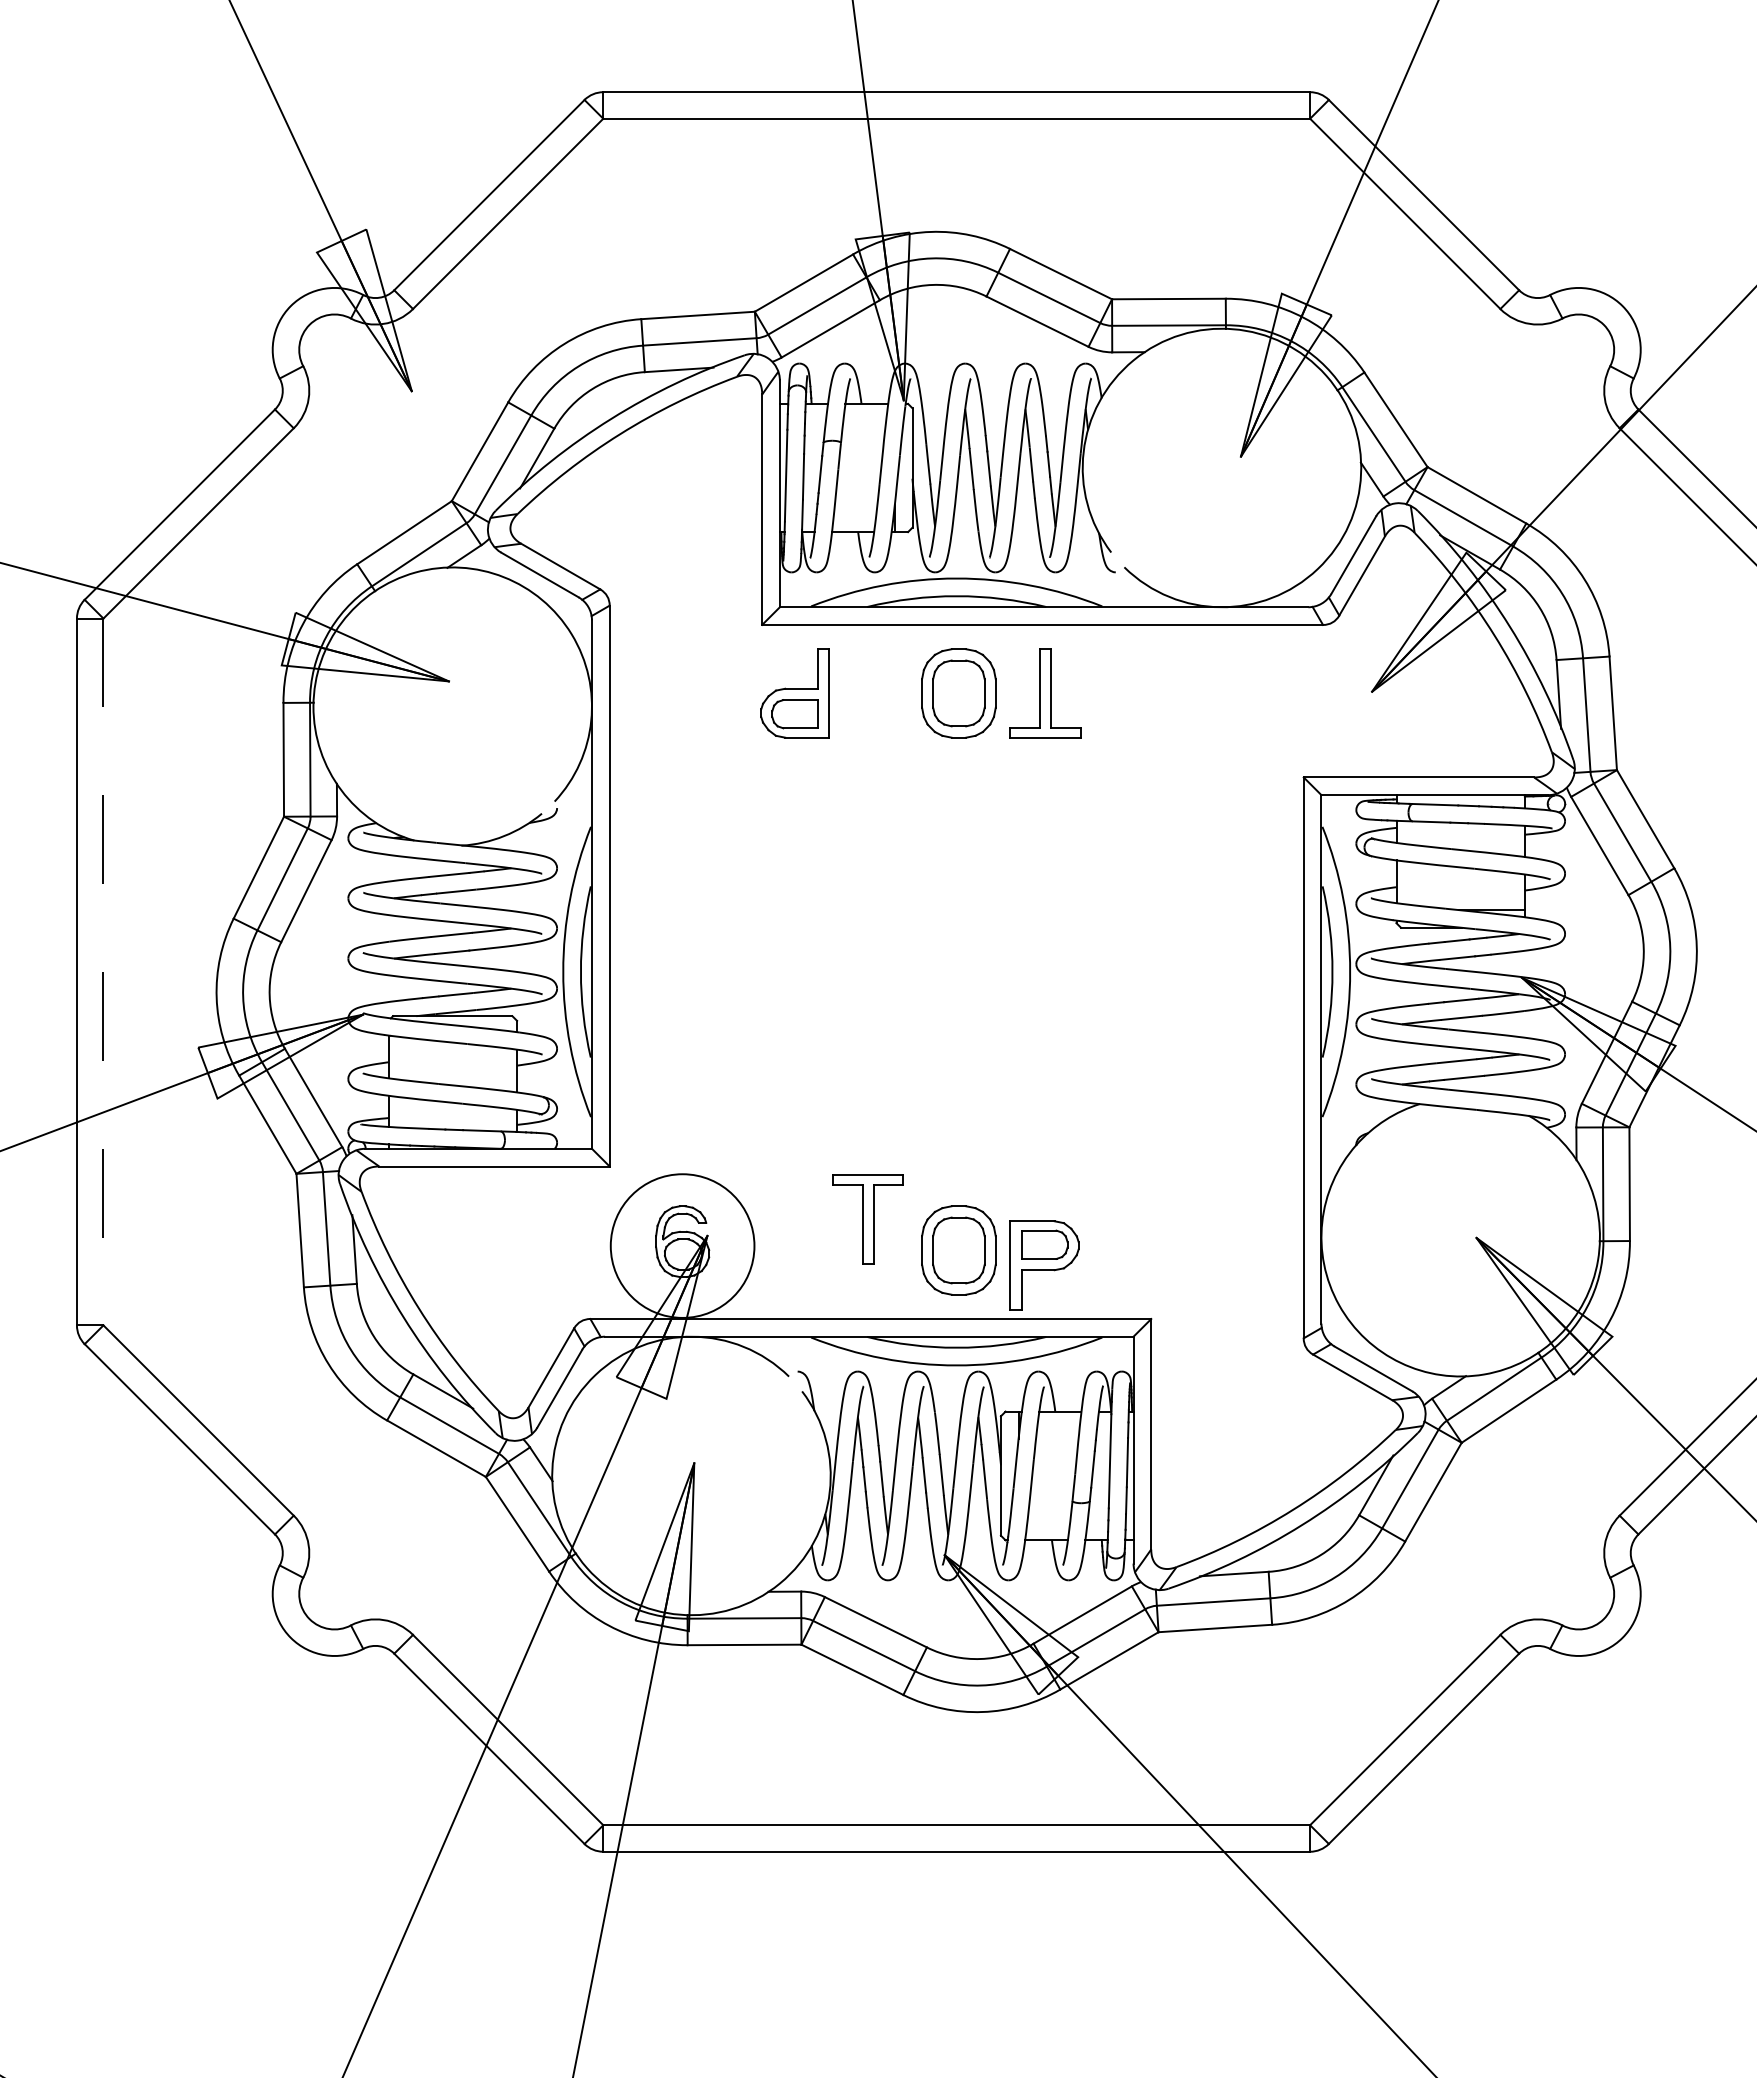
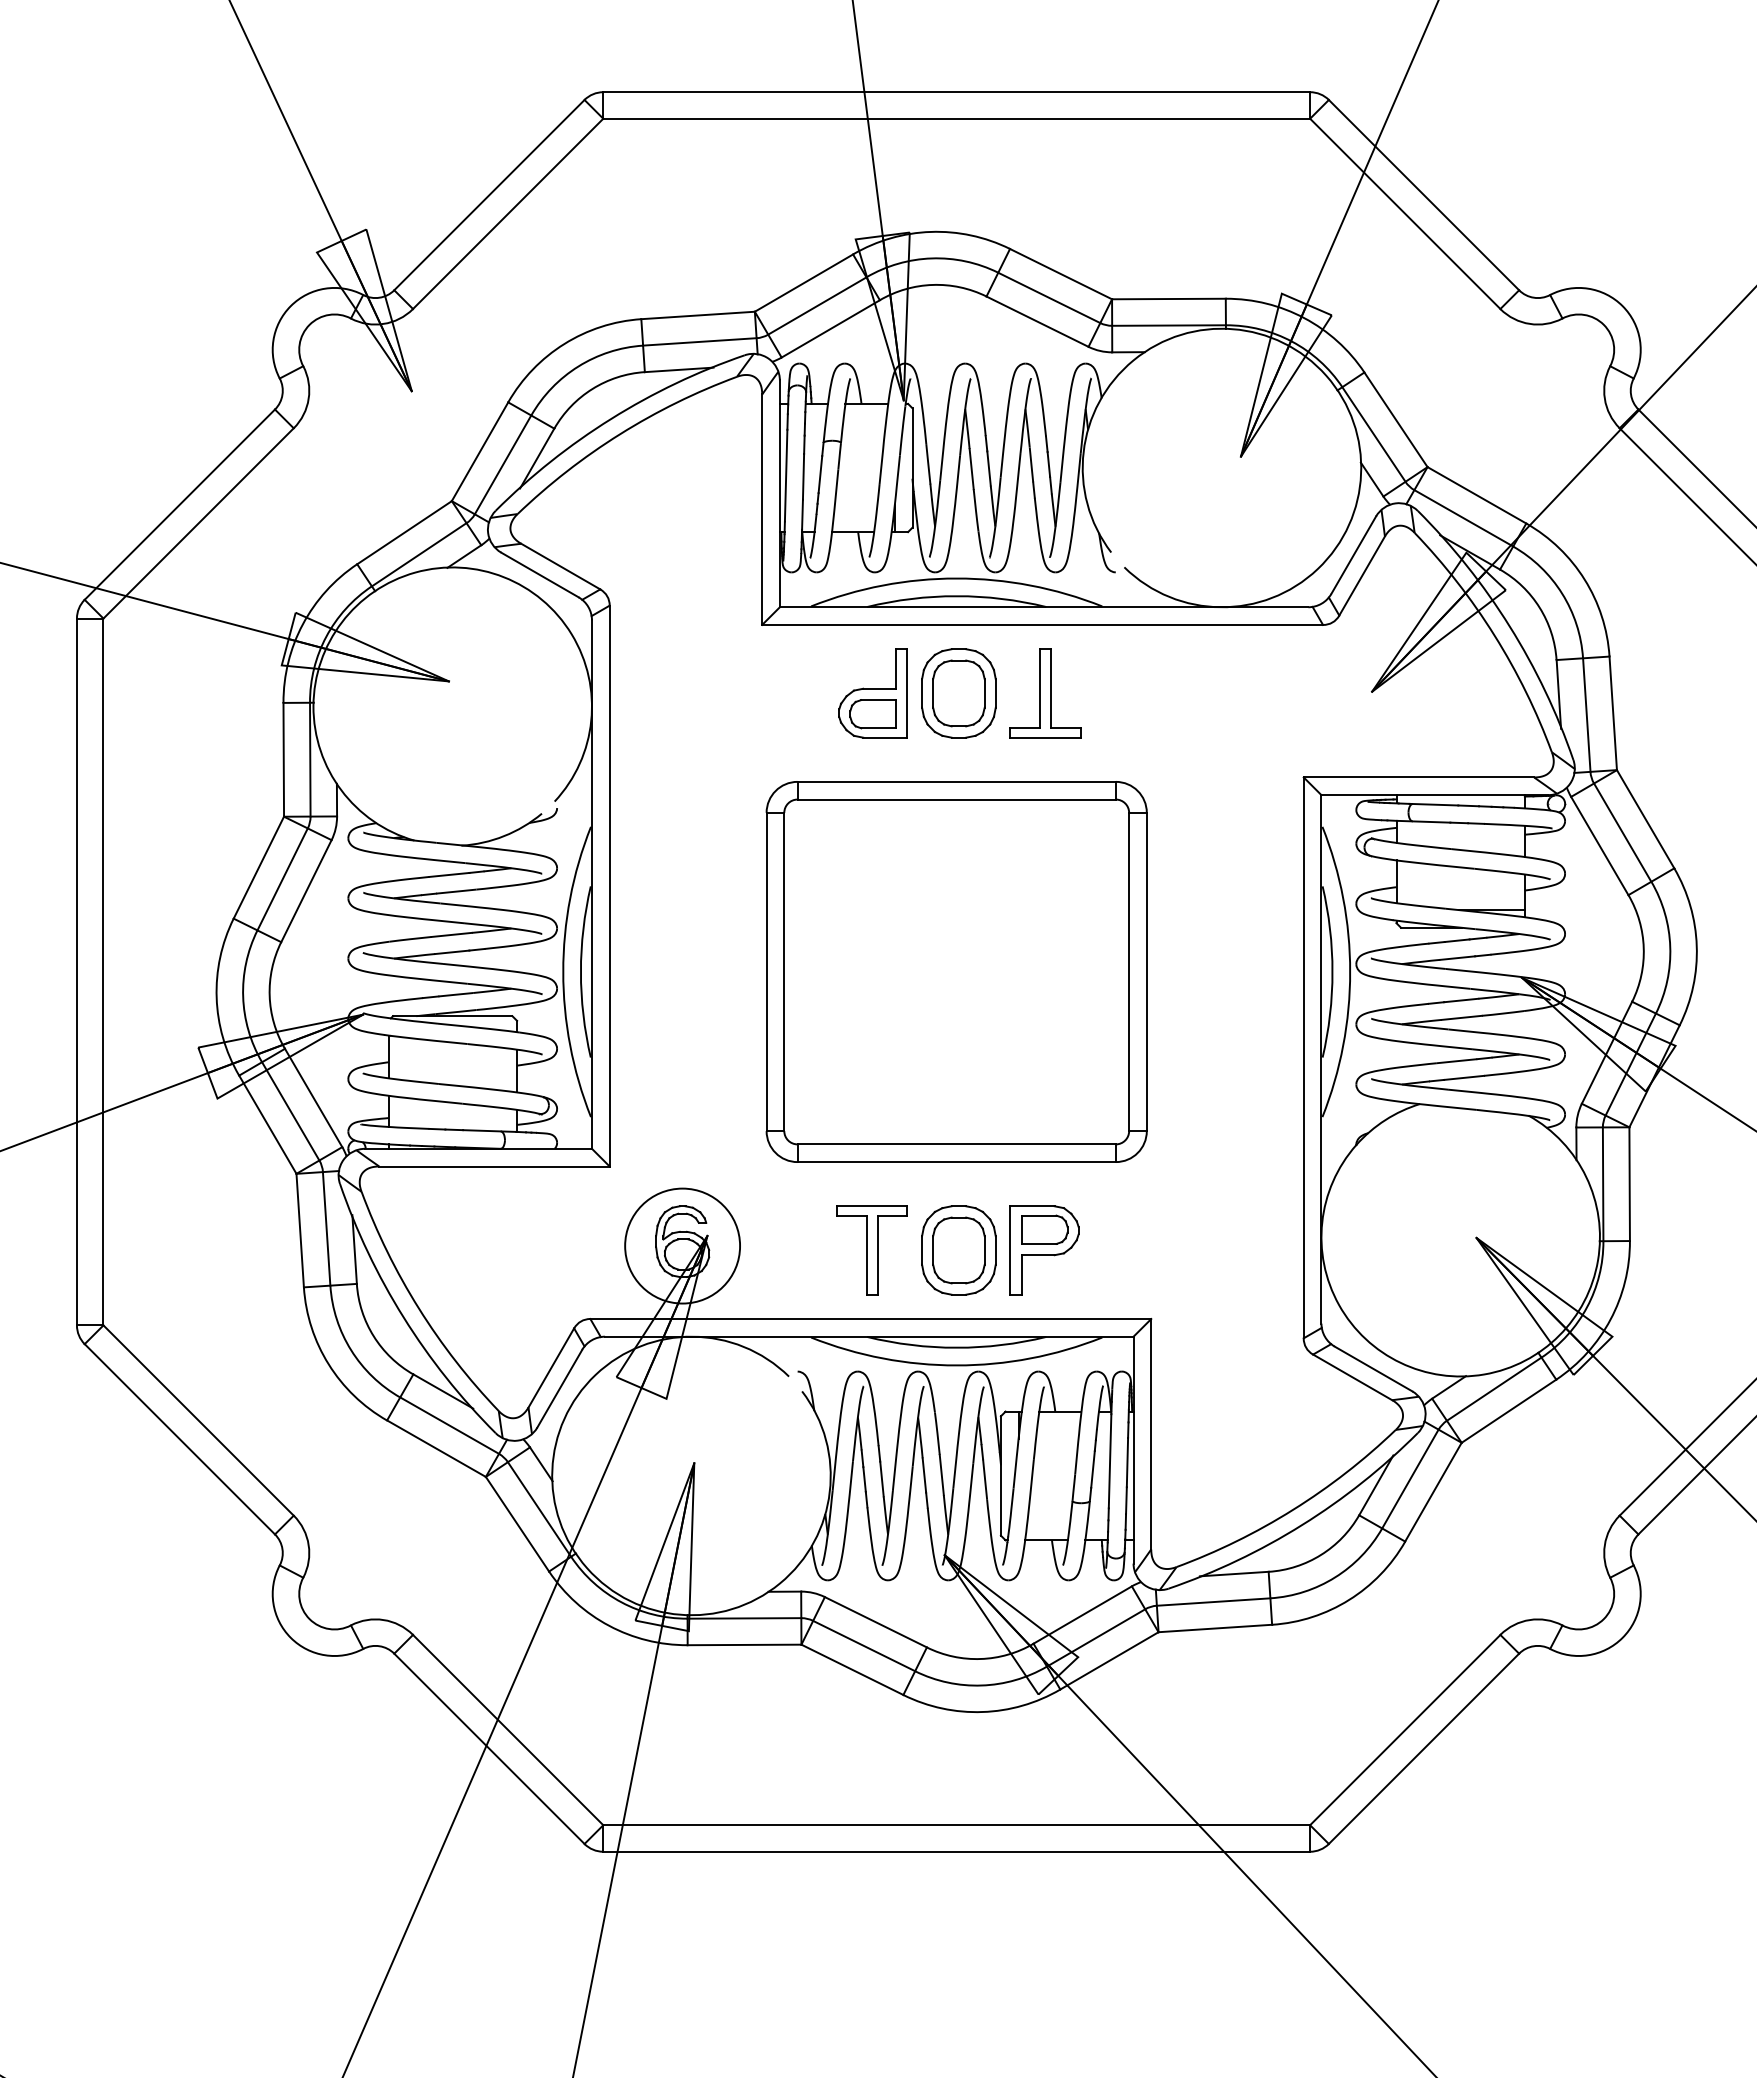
part at (794, 693) position: (794, 693) -> (872, 693)
part at (956, 971): none -> present
line at (103, 972): dashed -> solid
part at (867, 1219) position: (867, 1219) -> (871, 1250)
circle at (682, 1245) diameter: 144 px -> 115 px
part at (1044, 1265) position: (1044, 1265) -> (1044, 1250)
